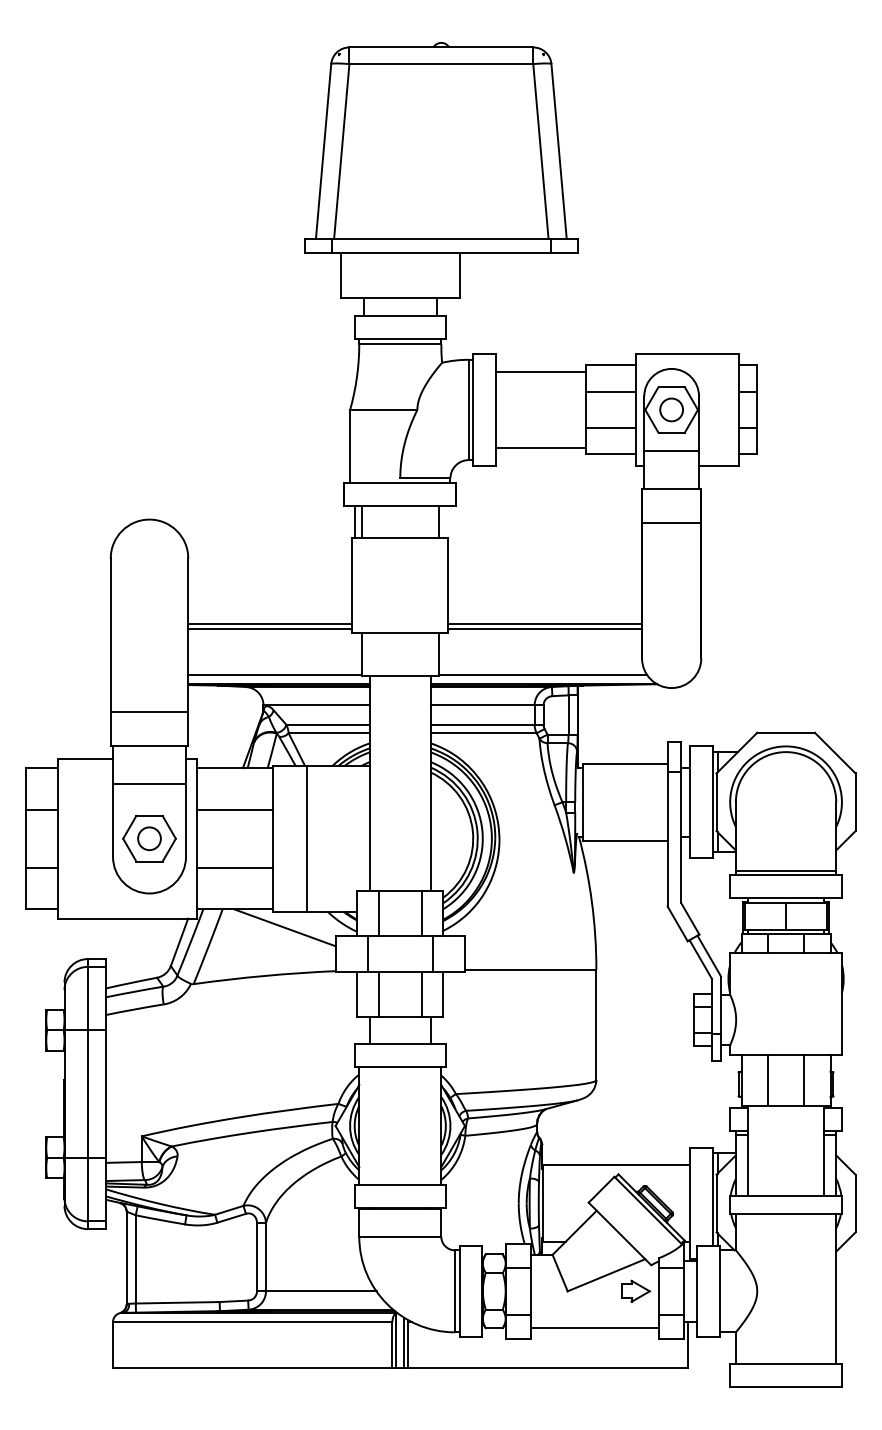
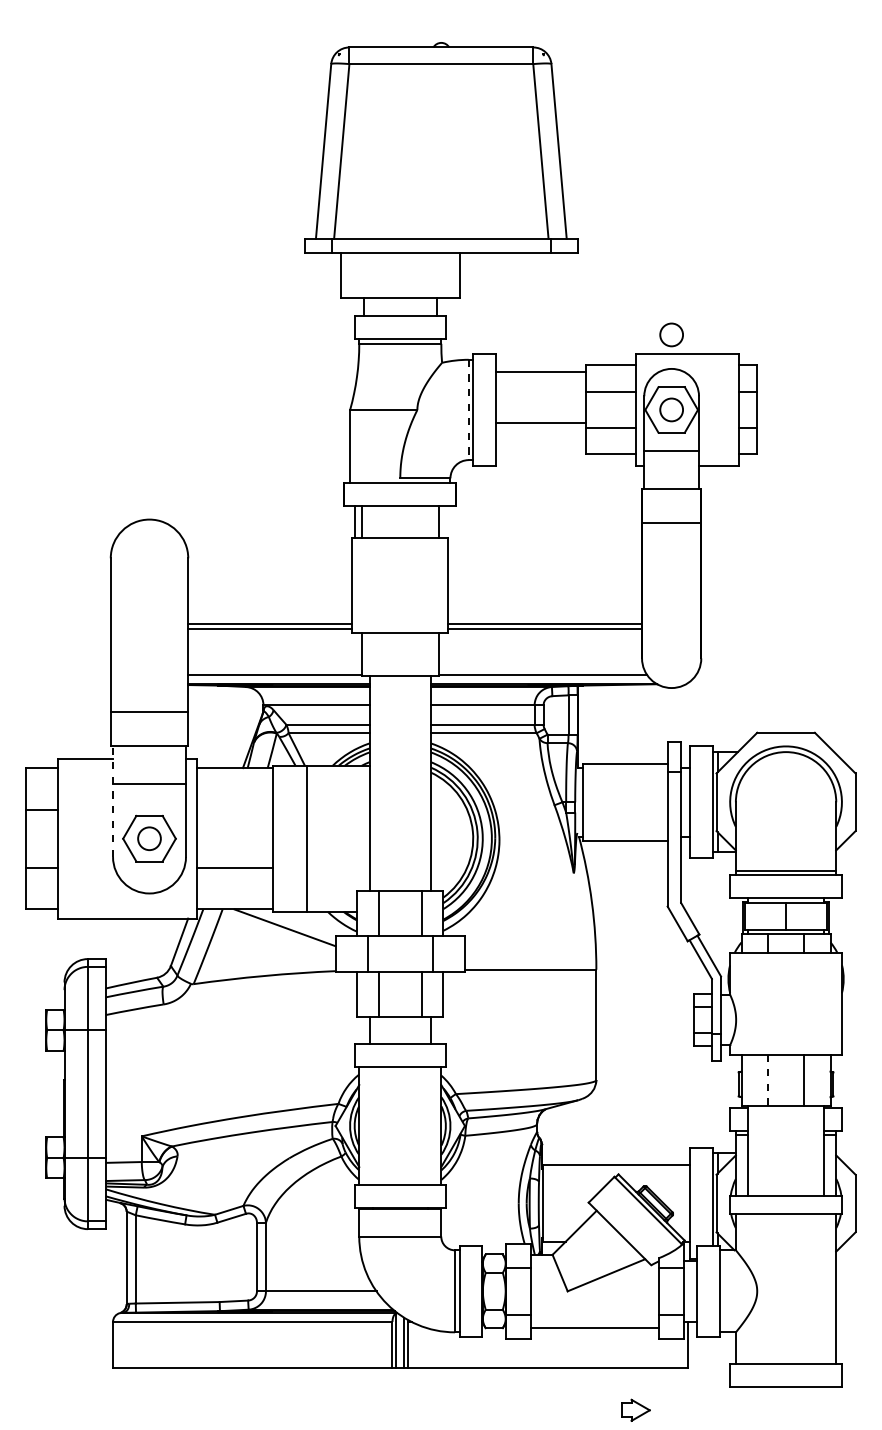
circle at (671, 334): none -> present
line at (468, 410): solid -> dashed
line at (541, 448) position: (541, 448) -> (541, 423)
line at (113, 801): solid -> dashed
line at (234, 809): present -> none
line at (767, 1079): solid -> dashed
part at (635, 1290) position: (635, 1290) -> (635, 1409)
